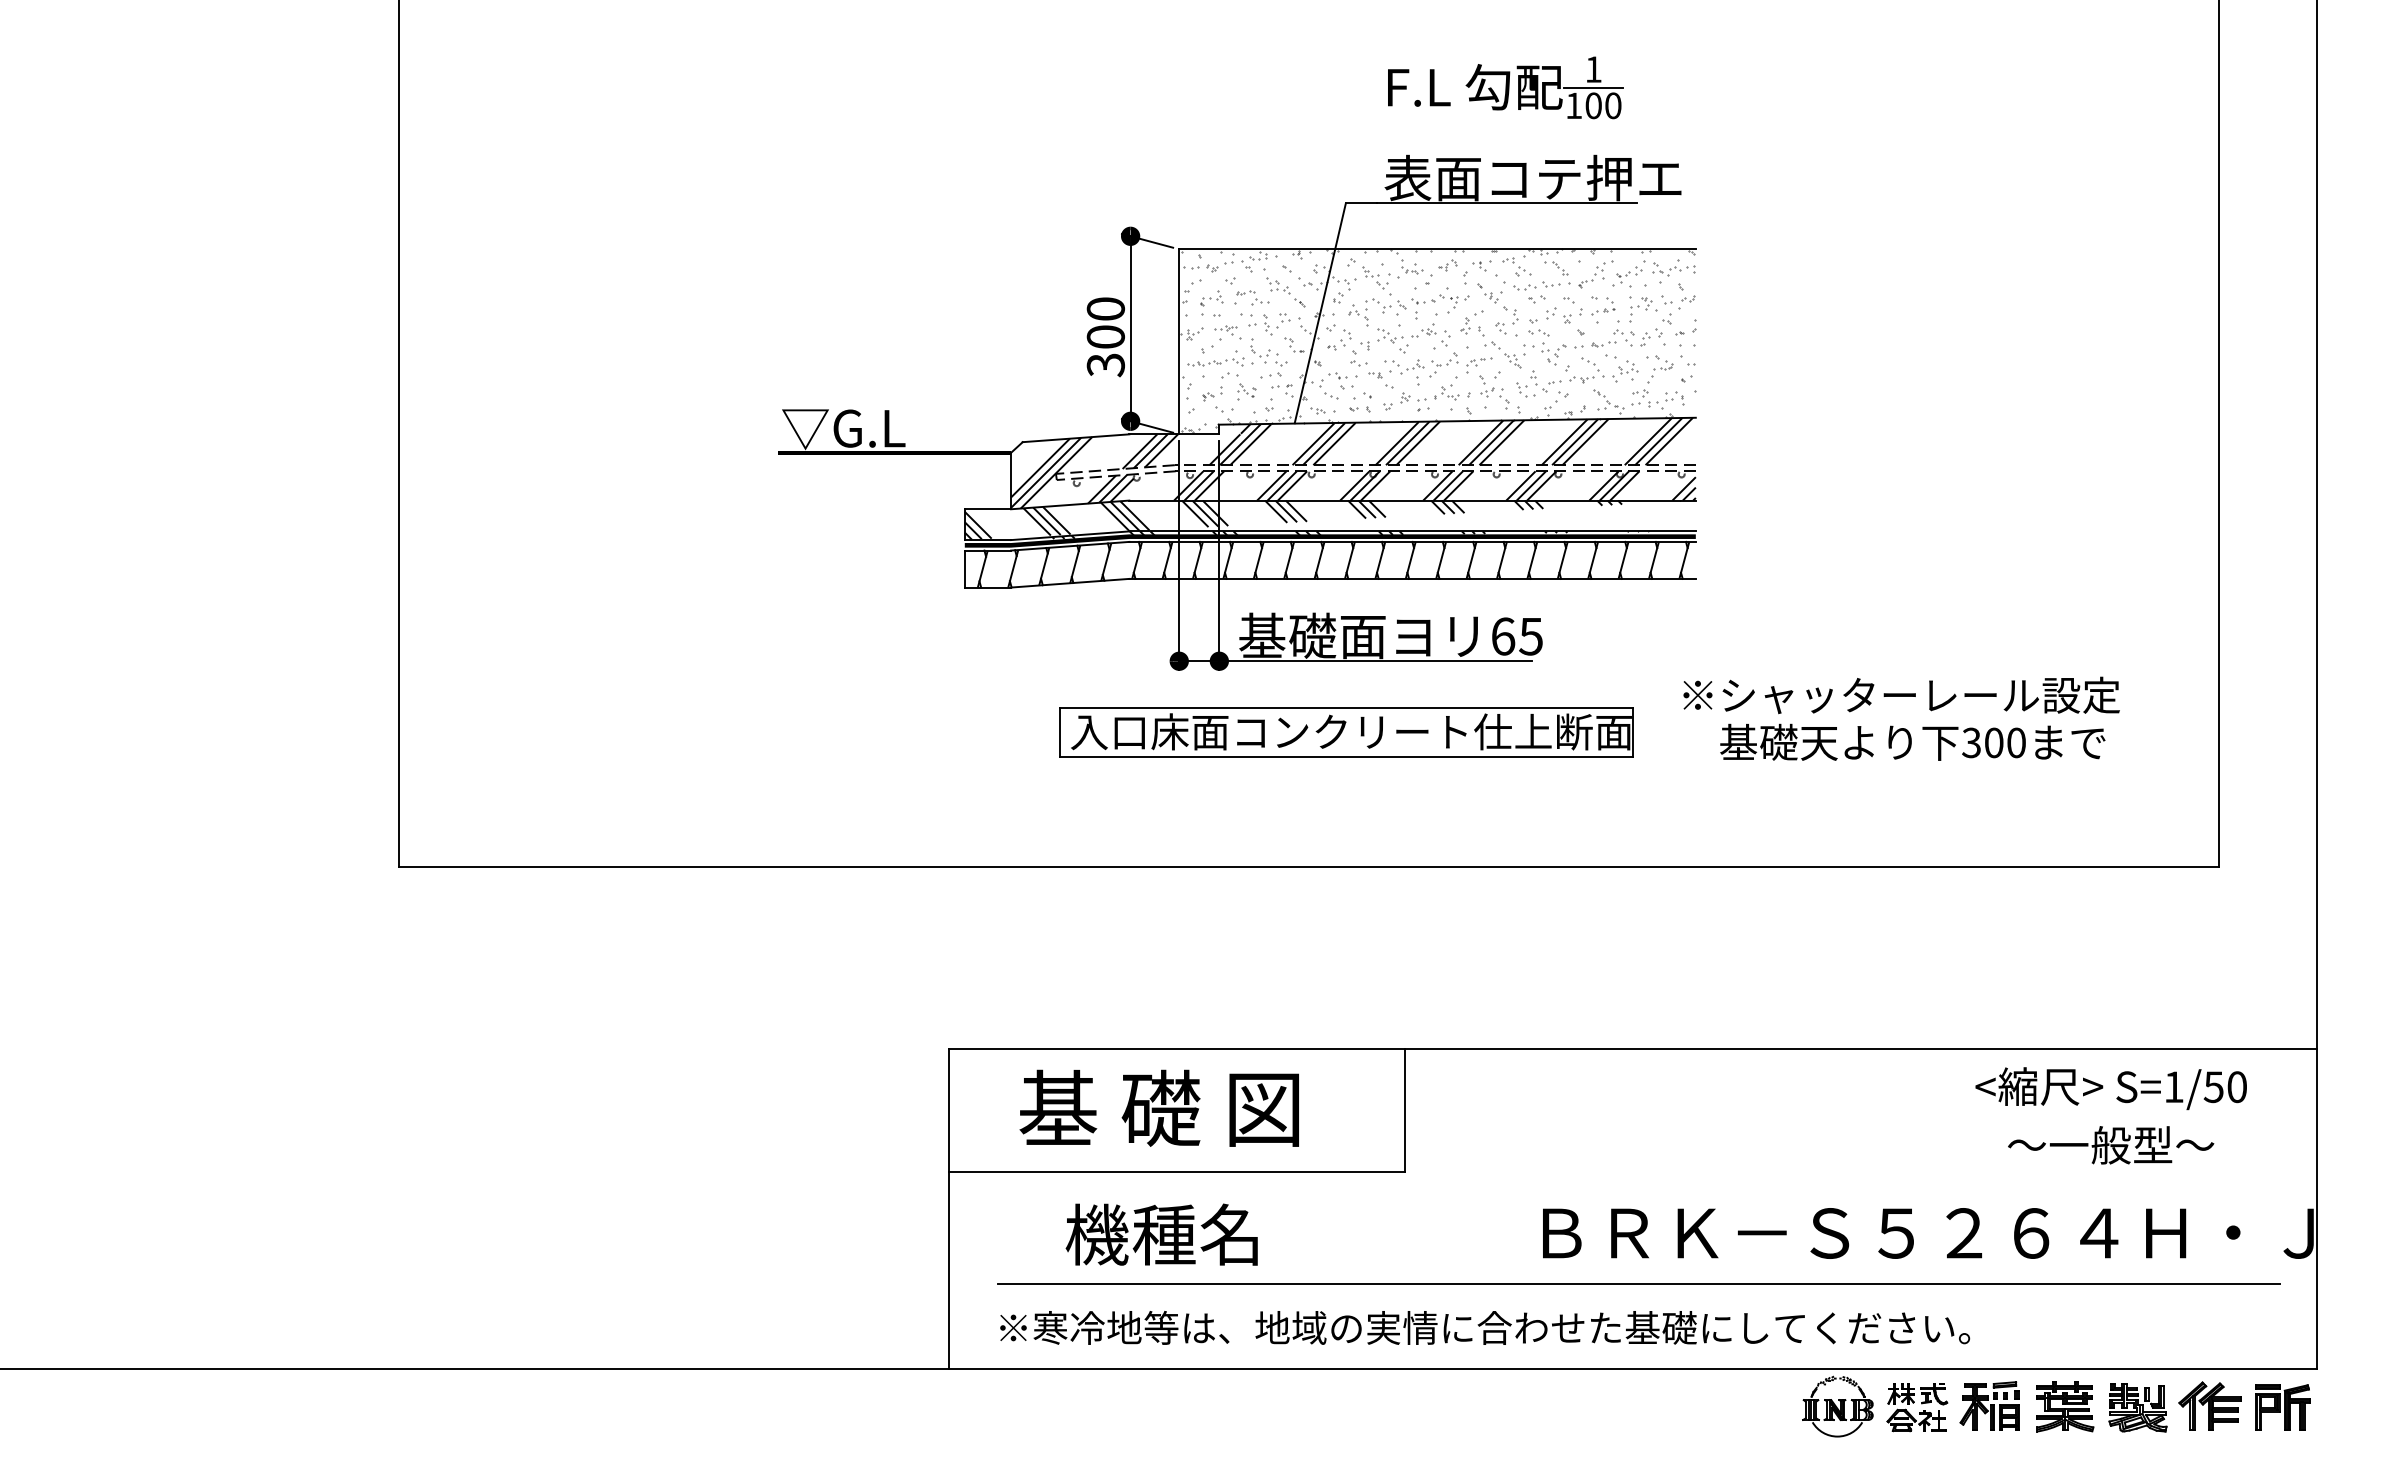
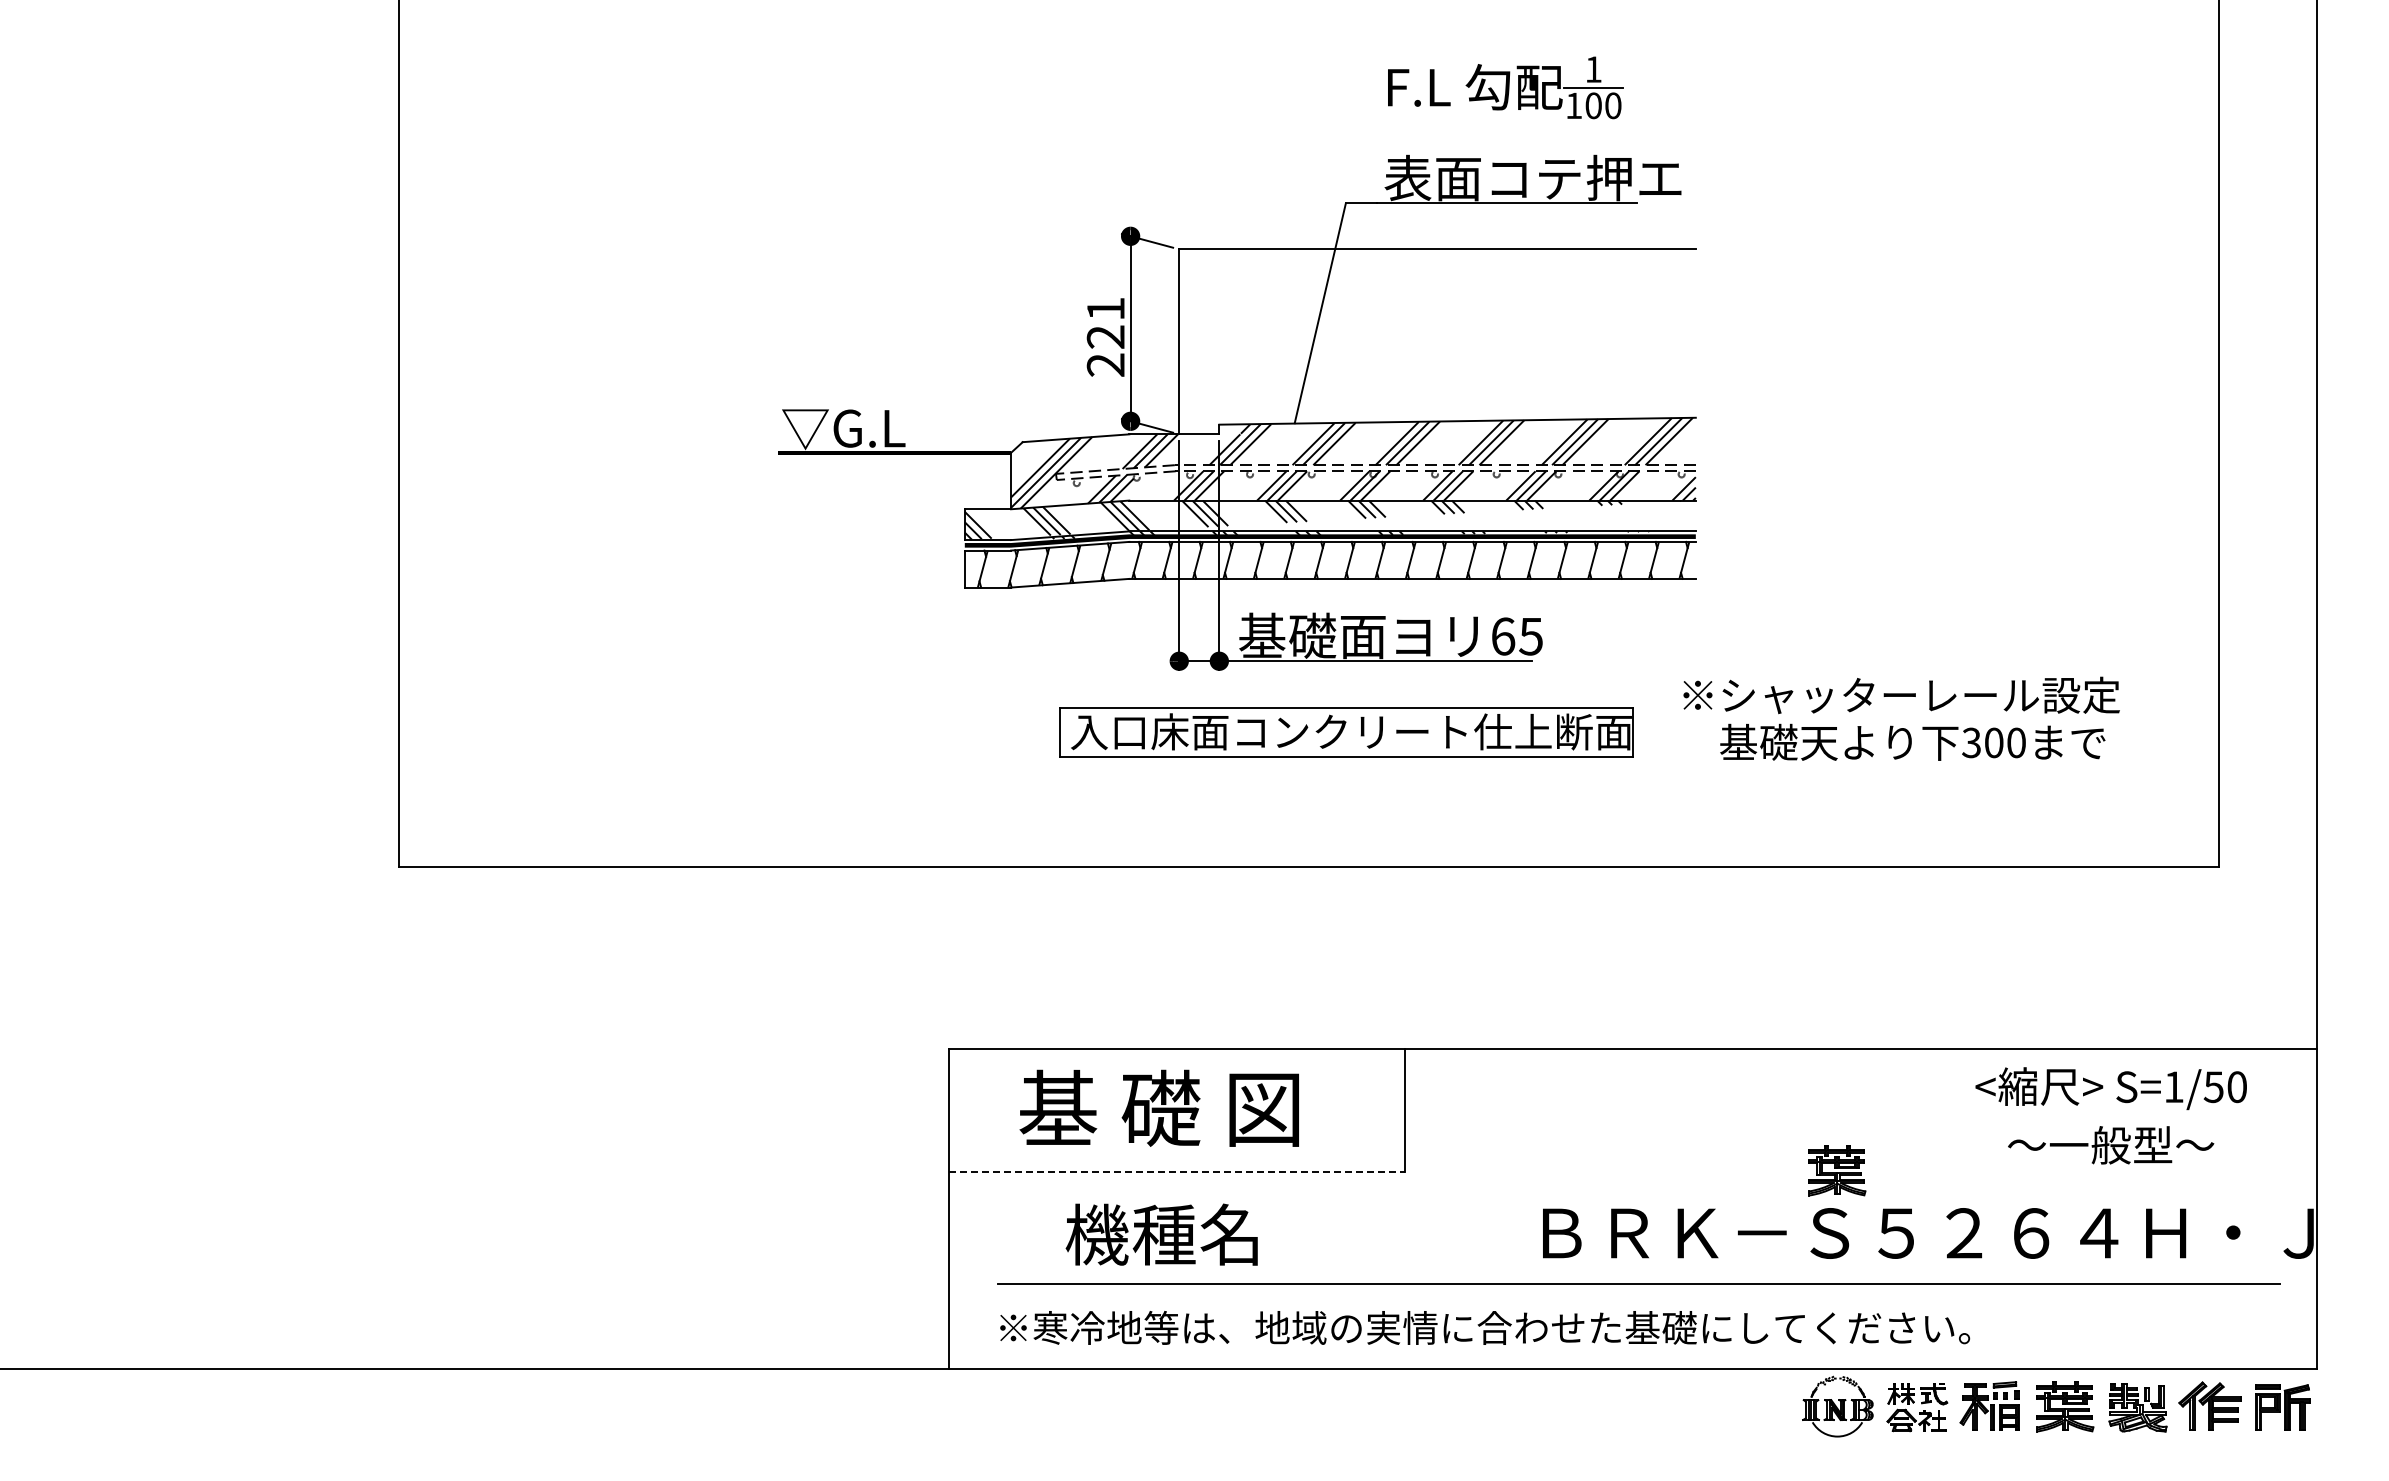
text at (1105, 337): 300 -> 221
hatch at (1438, 340): present -> none
part at (1837, 1170): none -> present
line at (1177, 1171): solid -> dashed
